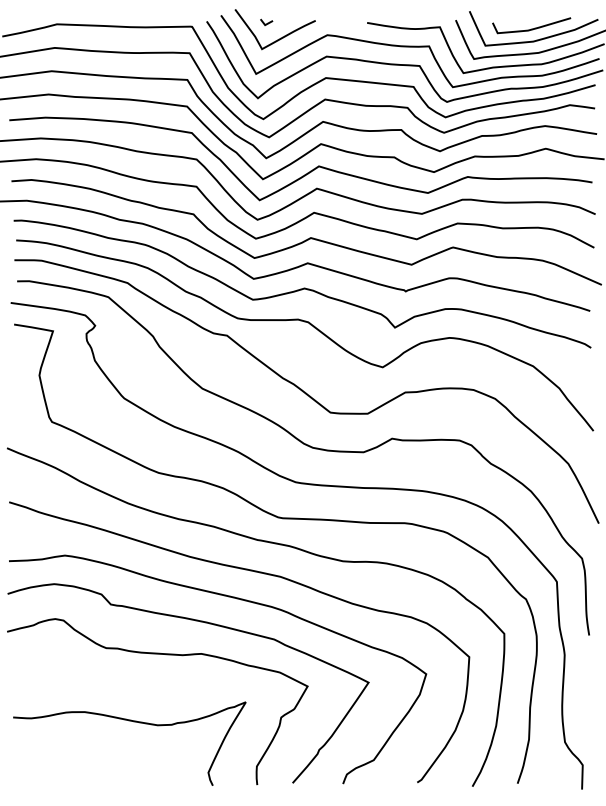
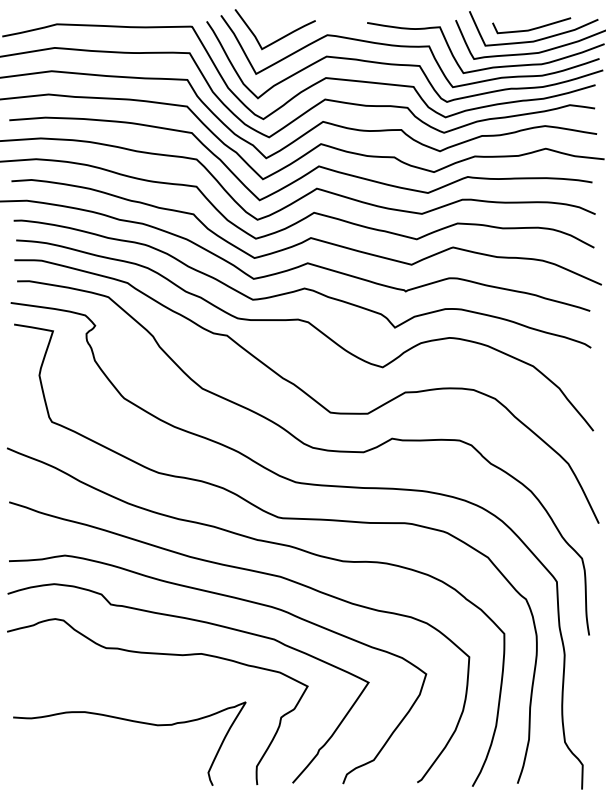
line at (267, 22): present -> none
